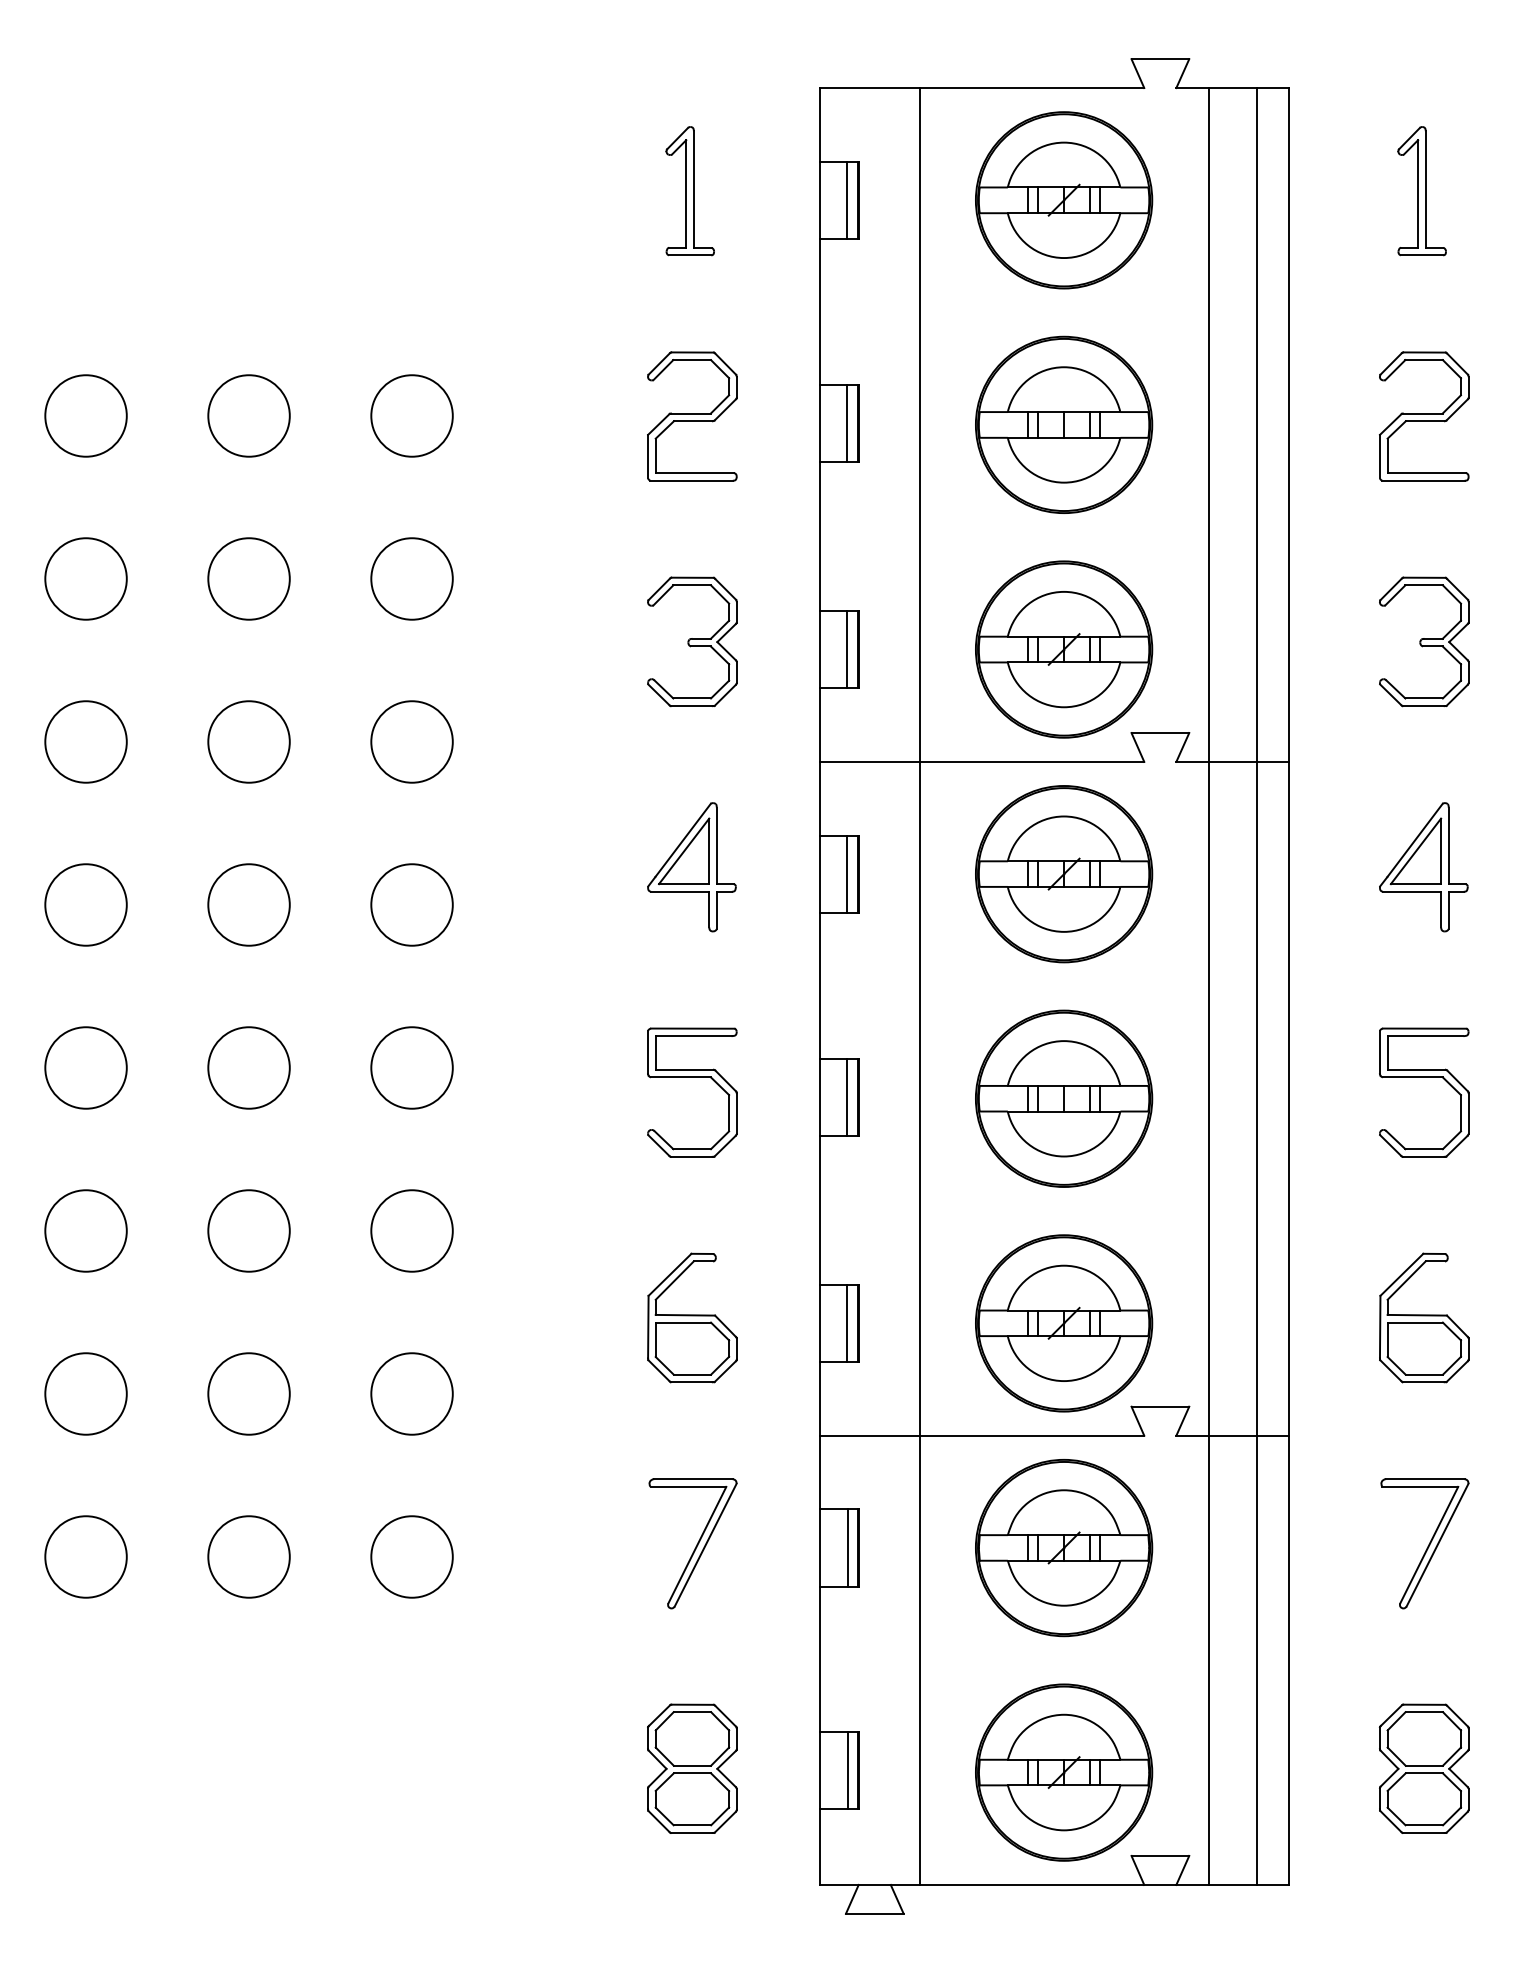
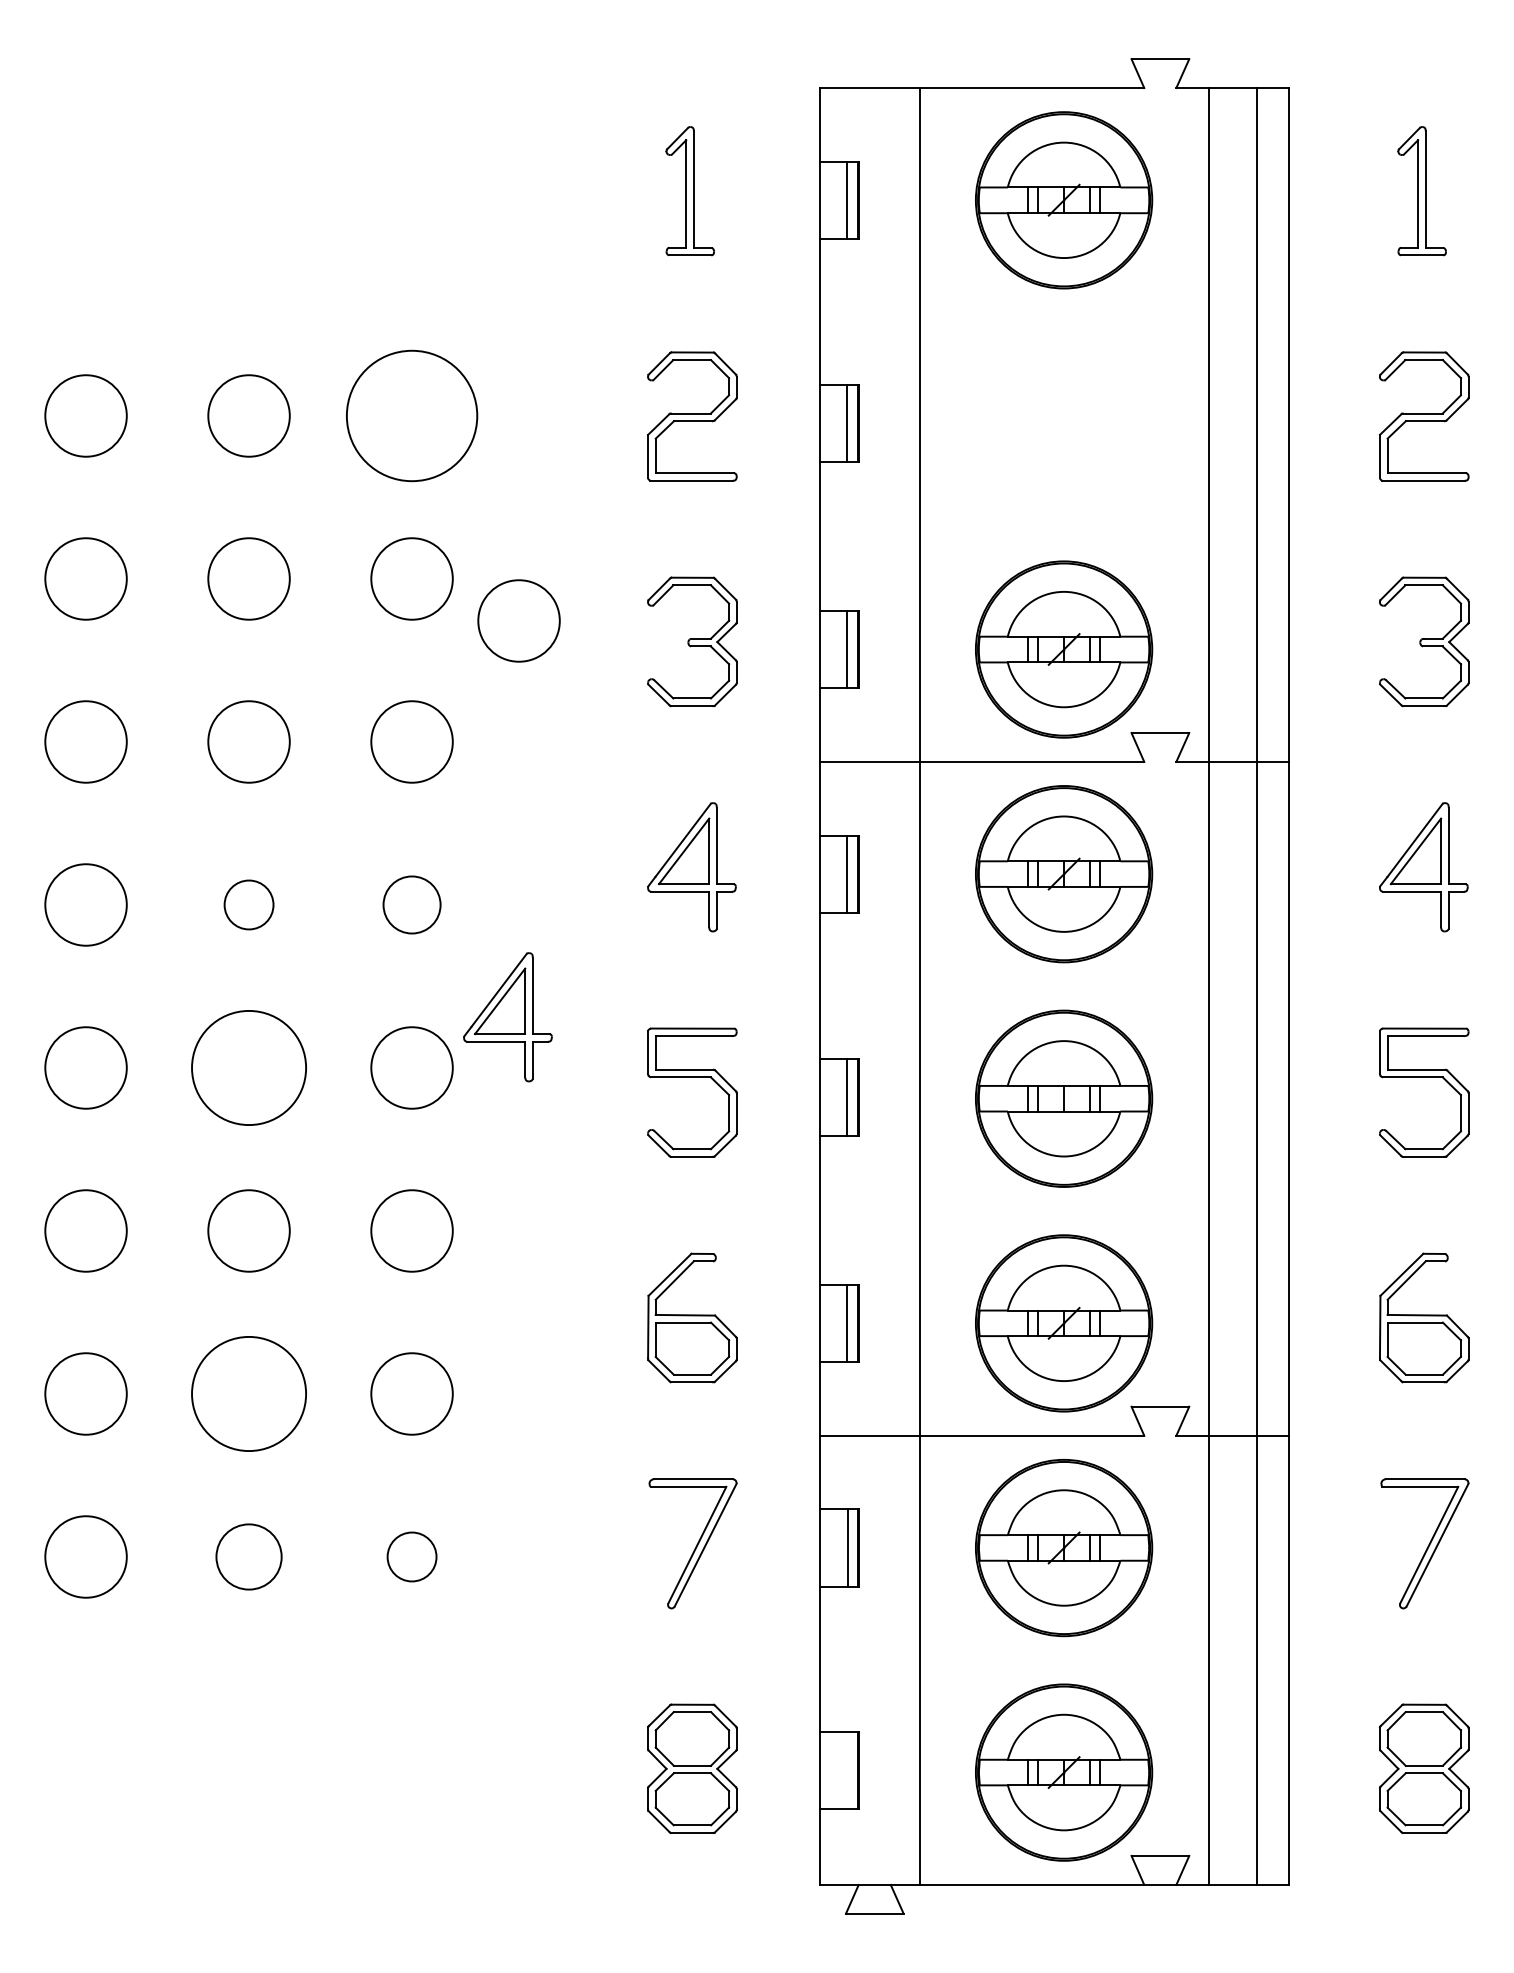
circle at (411, 415) diameter: 82 px -> 130 px
part at (1064, 424): present -> none
circle at (518, 620): none -> present
circle at (248, 904) diameter: 82 px -> 49 px
circle at (411, 904) diameter: 82 px -> 57 px
part at (507, 1017): none -> present
circle at (248, 1067) diameter: 82 px -> 114 px
circle at (248, 1393) diameter: 82 px -> 114 px
circle at (248, 1556) diameter: 82 px -> 65 px
circle at (411, 1556) diameter: 82 px -> 49 px
line at (848, 1770): present -> none
